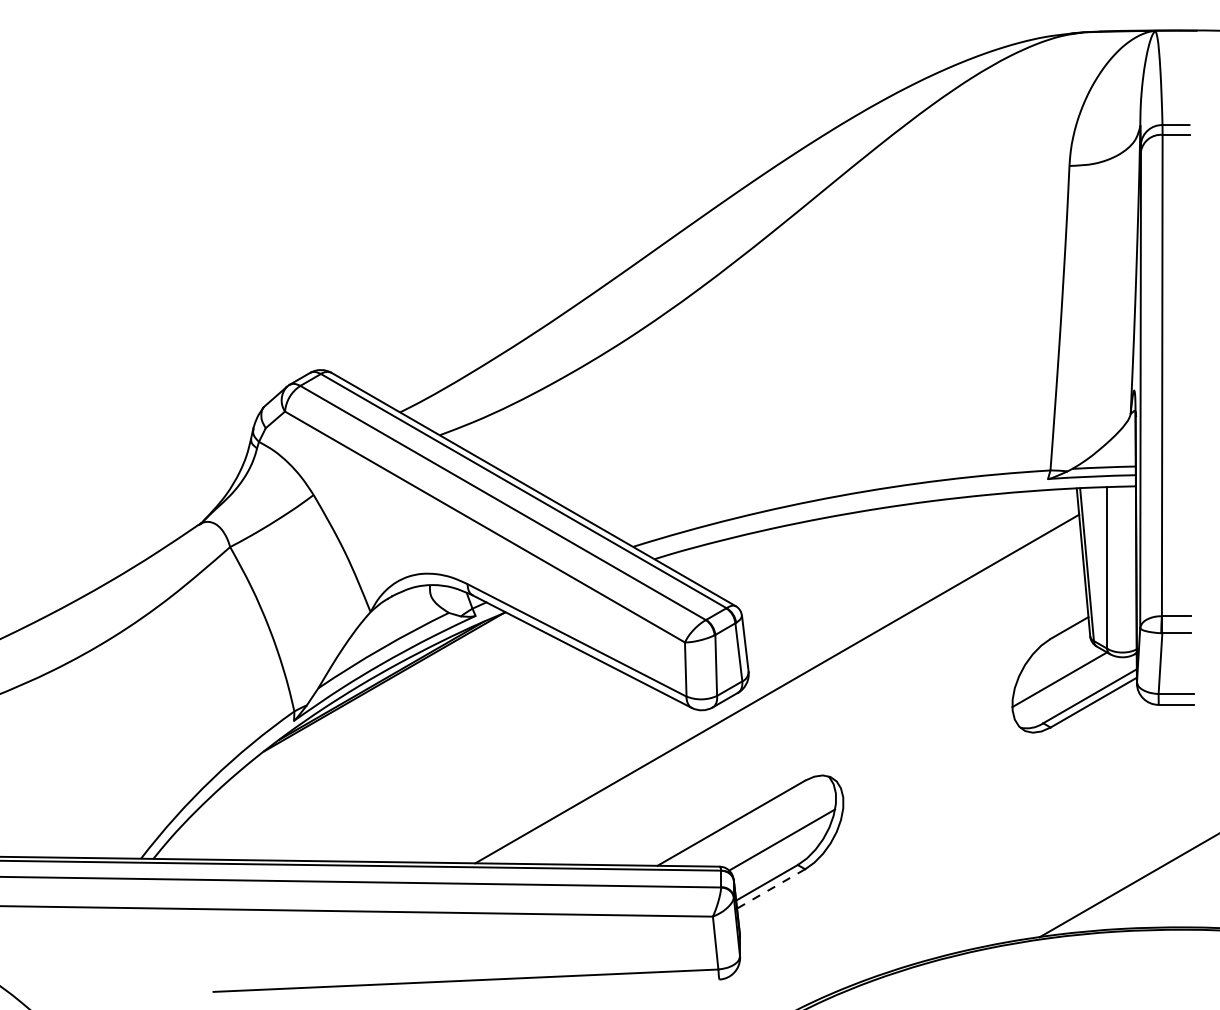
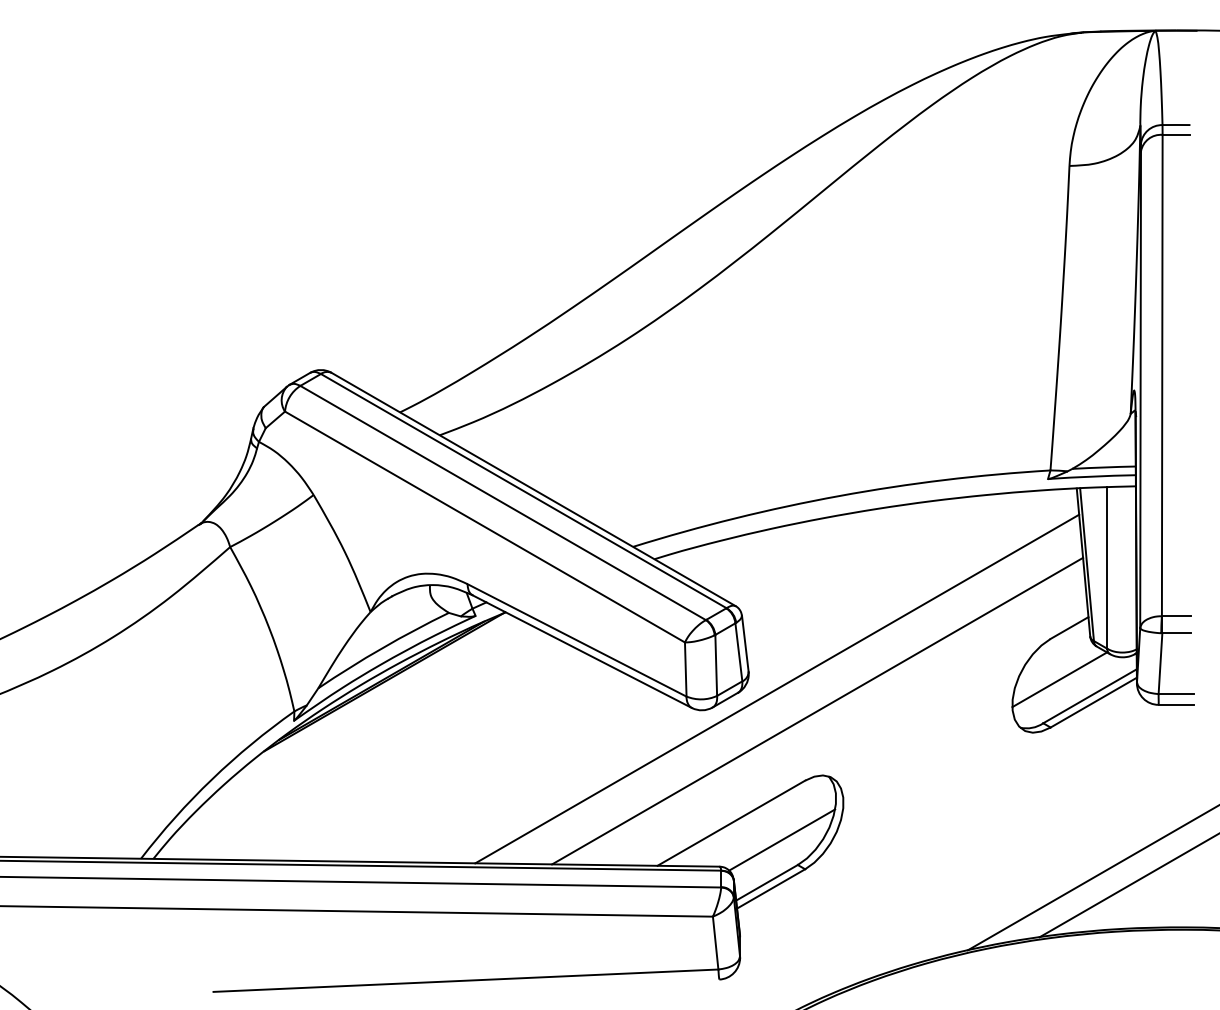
line at (817, 710): none -> present
line at (1091, 878): none -> present
line at (770, 889): dashed -> solid
